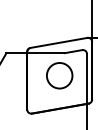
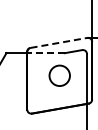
line at (58, 42): solid -> dashed
line at (46, 53): solid -> dashed
circle at (59, 75) size: 28x28 px -> 23x23 px
